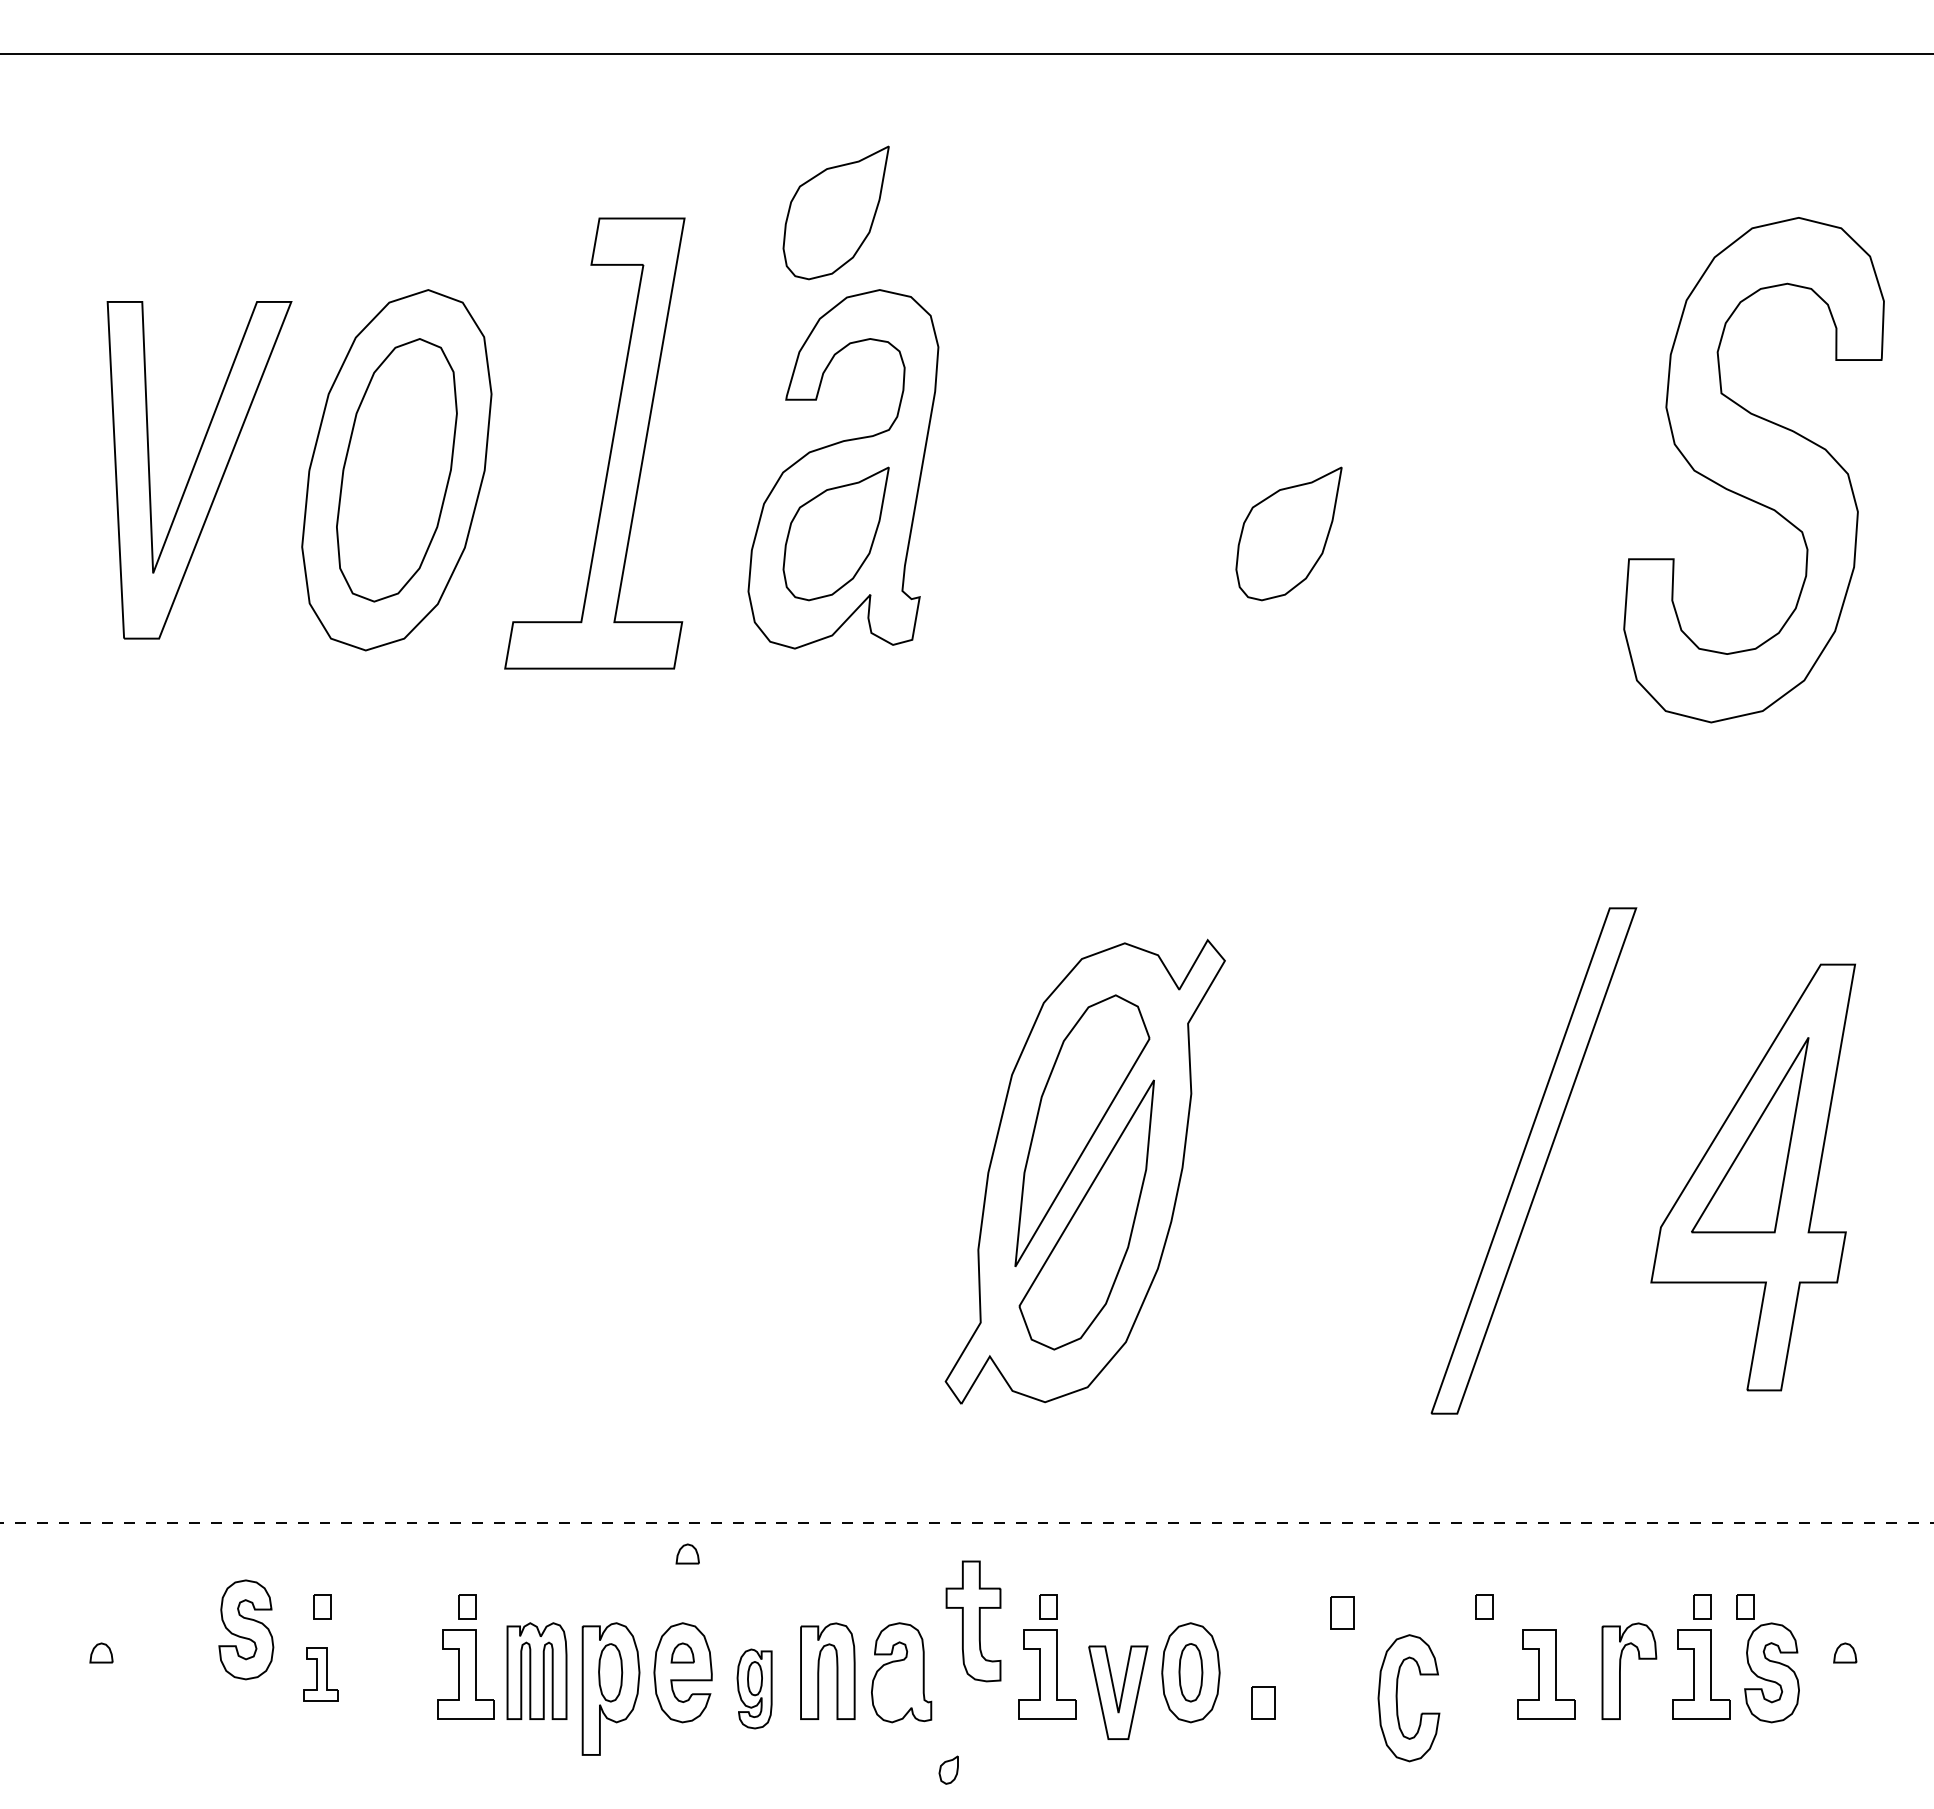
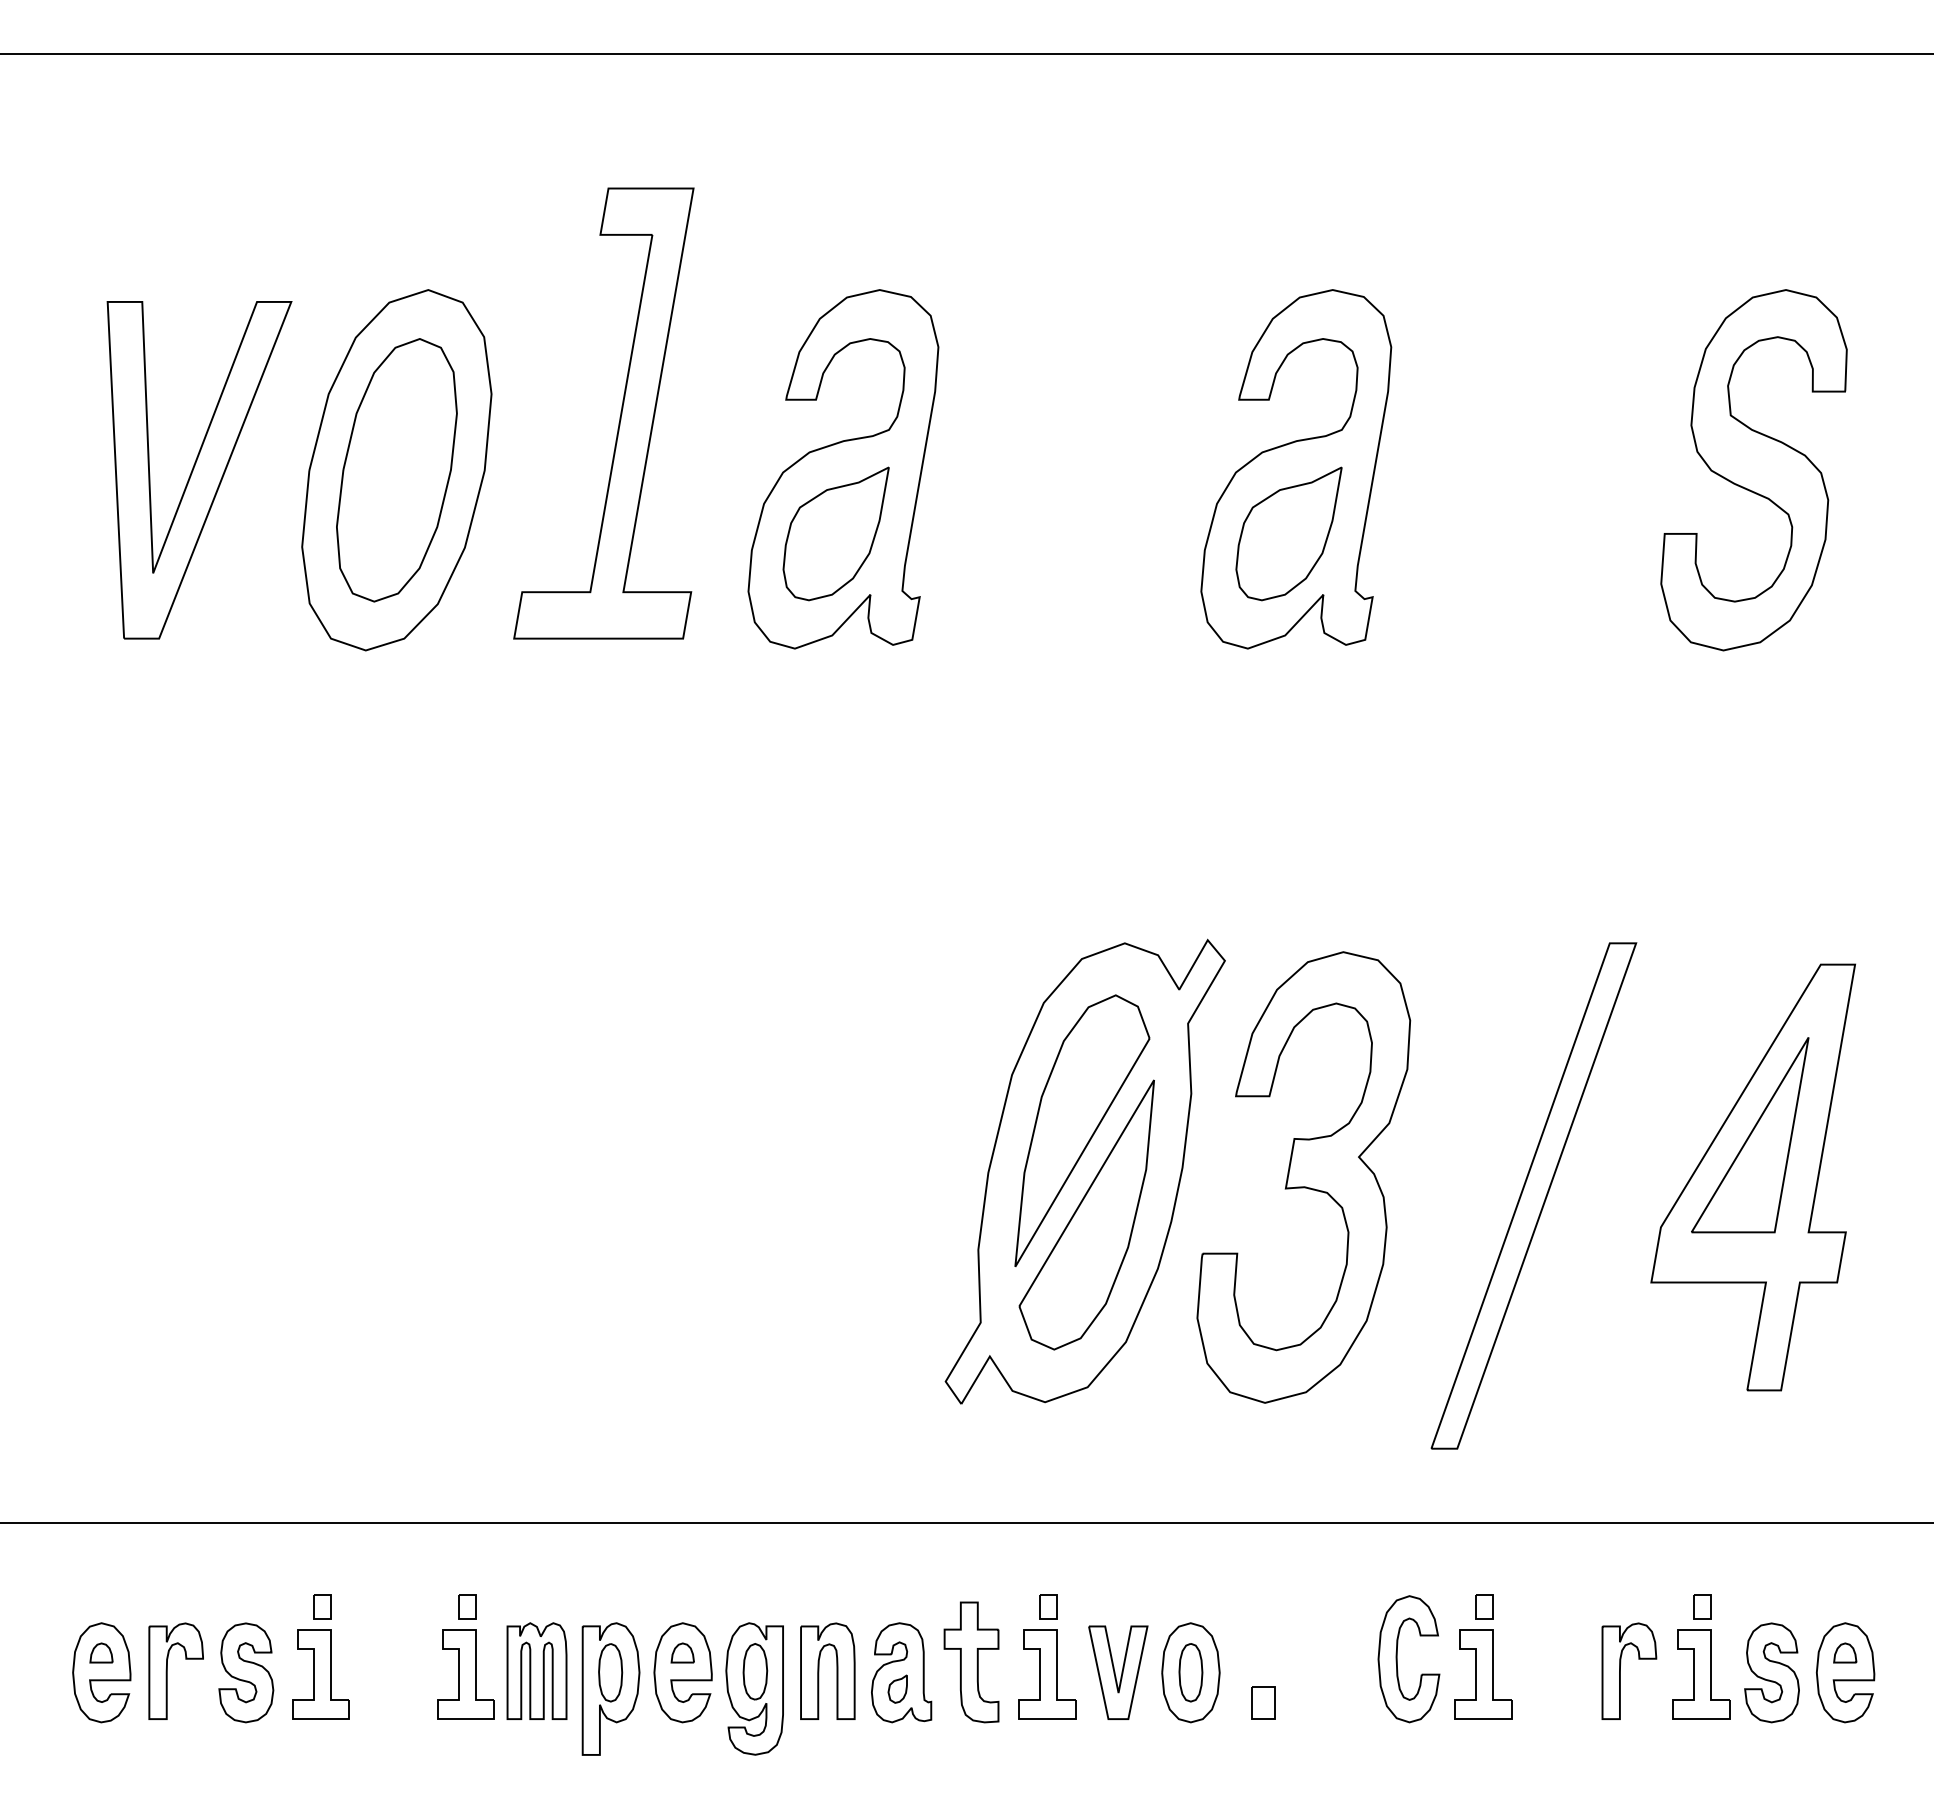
part at (835, 212): present -> none
part at (610, 447) position: (610, 447) -> (619, 417)
part at (1296, 469): none -> present
part at (1753, 470) size: 262x507 px -> 188x363 px
part at (1533, 1160) position: (1533, 1160) -> (1533, 1195)
part at (1303, 1177): none -> present
line at (966, 1522): dashed -> solid
part at (687, 1553): present -> none
part at (1745, 1606): present -> none
part at (1342, 1612): present -> none
part at (973, 1621) position: (973, 1621) -> (971, 1662)
part at (246, 1629) position: (246, 1629) -> (246, 1672)
part at (167, 1670): none -> present
part at (101, 1672): none -> present
part at (1845, 1672): none -> present
part at (320, 1674) size: 36x55 px -> 58x91 px
part at (1546, 1674) position: (1546, 1674) -> (1483, 1674)
part at (754, 1688) size: 37x82 px -> 59x134 px
part at (1118, 1692) position: (1118, 1692) -> (1118, 1672)
part at (1397, 1698) position: (1397, 1698) -> (1397, 1659)
part at (948, 1769) position: (948, 1769) -> (897, 1688)
